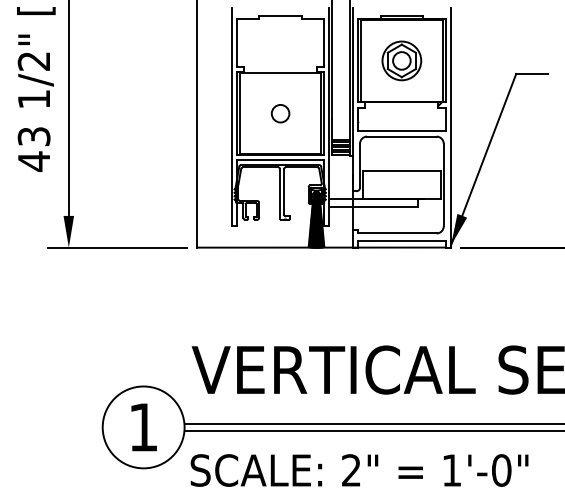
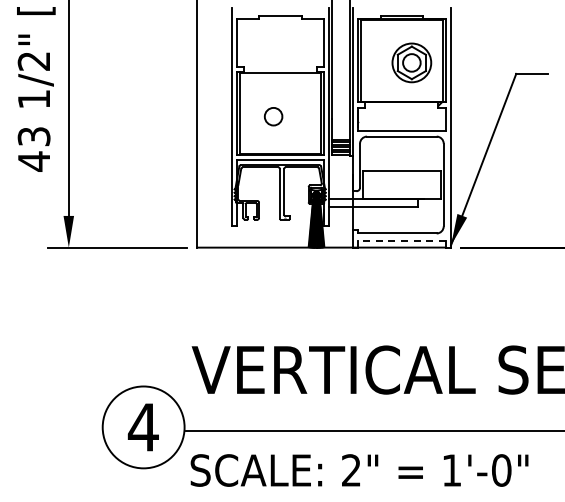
part at (401, 60) position: (401, 60) -> (411, 62)
circle at (280, 113) position: (280, 113) -> (273, 116)
line at (401, 240): solid -> dashed
line at (373, 424): present -> none
text at (142, 427): 1 -> 4
